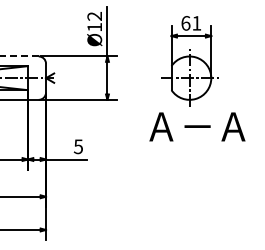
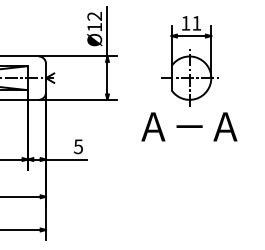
text at (185, 23): 61 -> 11
line at (19, 56): dashed -> solid
text at (197, 126) position: (197, 126) -> (189, 126)
